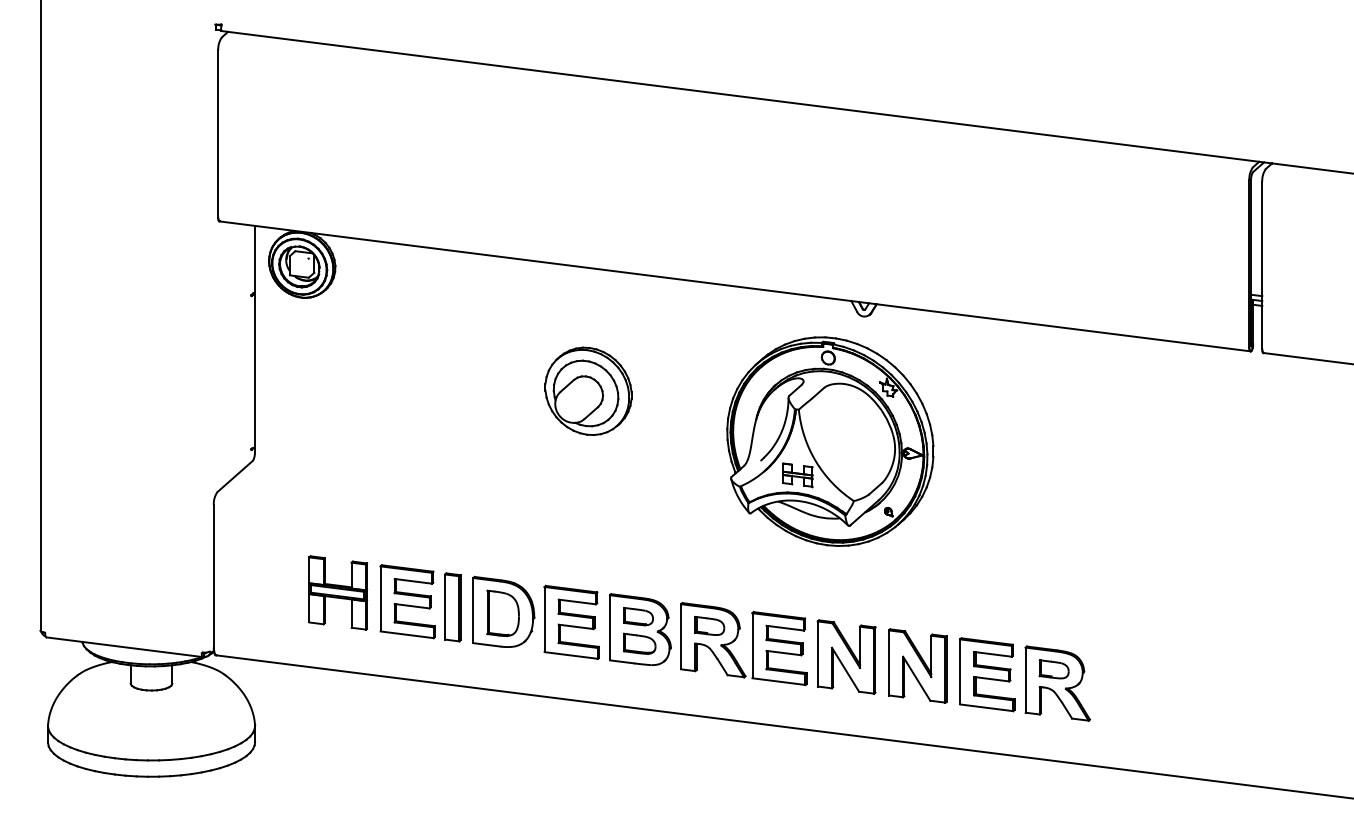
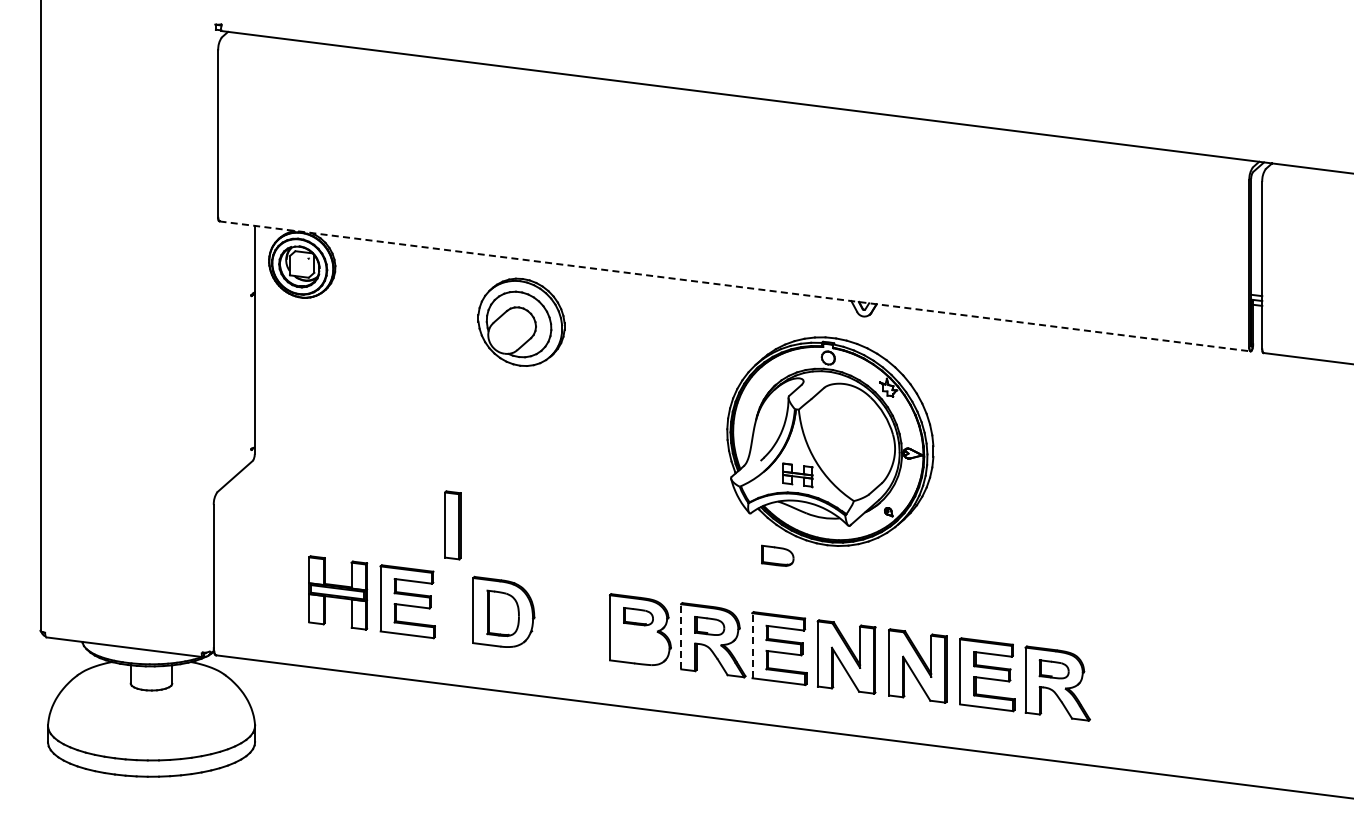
line at (735, 286): solid -> dashed
part at (588, 390) position: (588, 390) -> (521, 321)
part at (452, 607) position: (452, 607) -> (452, 525)
part at (571, 621): present -> none
line at (681, 636): solid -> dashed
part at (639, 643) position: (639, 643) -> (777, 555)
line at (752, 645): solid -> dashed
